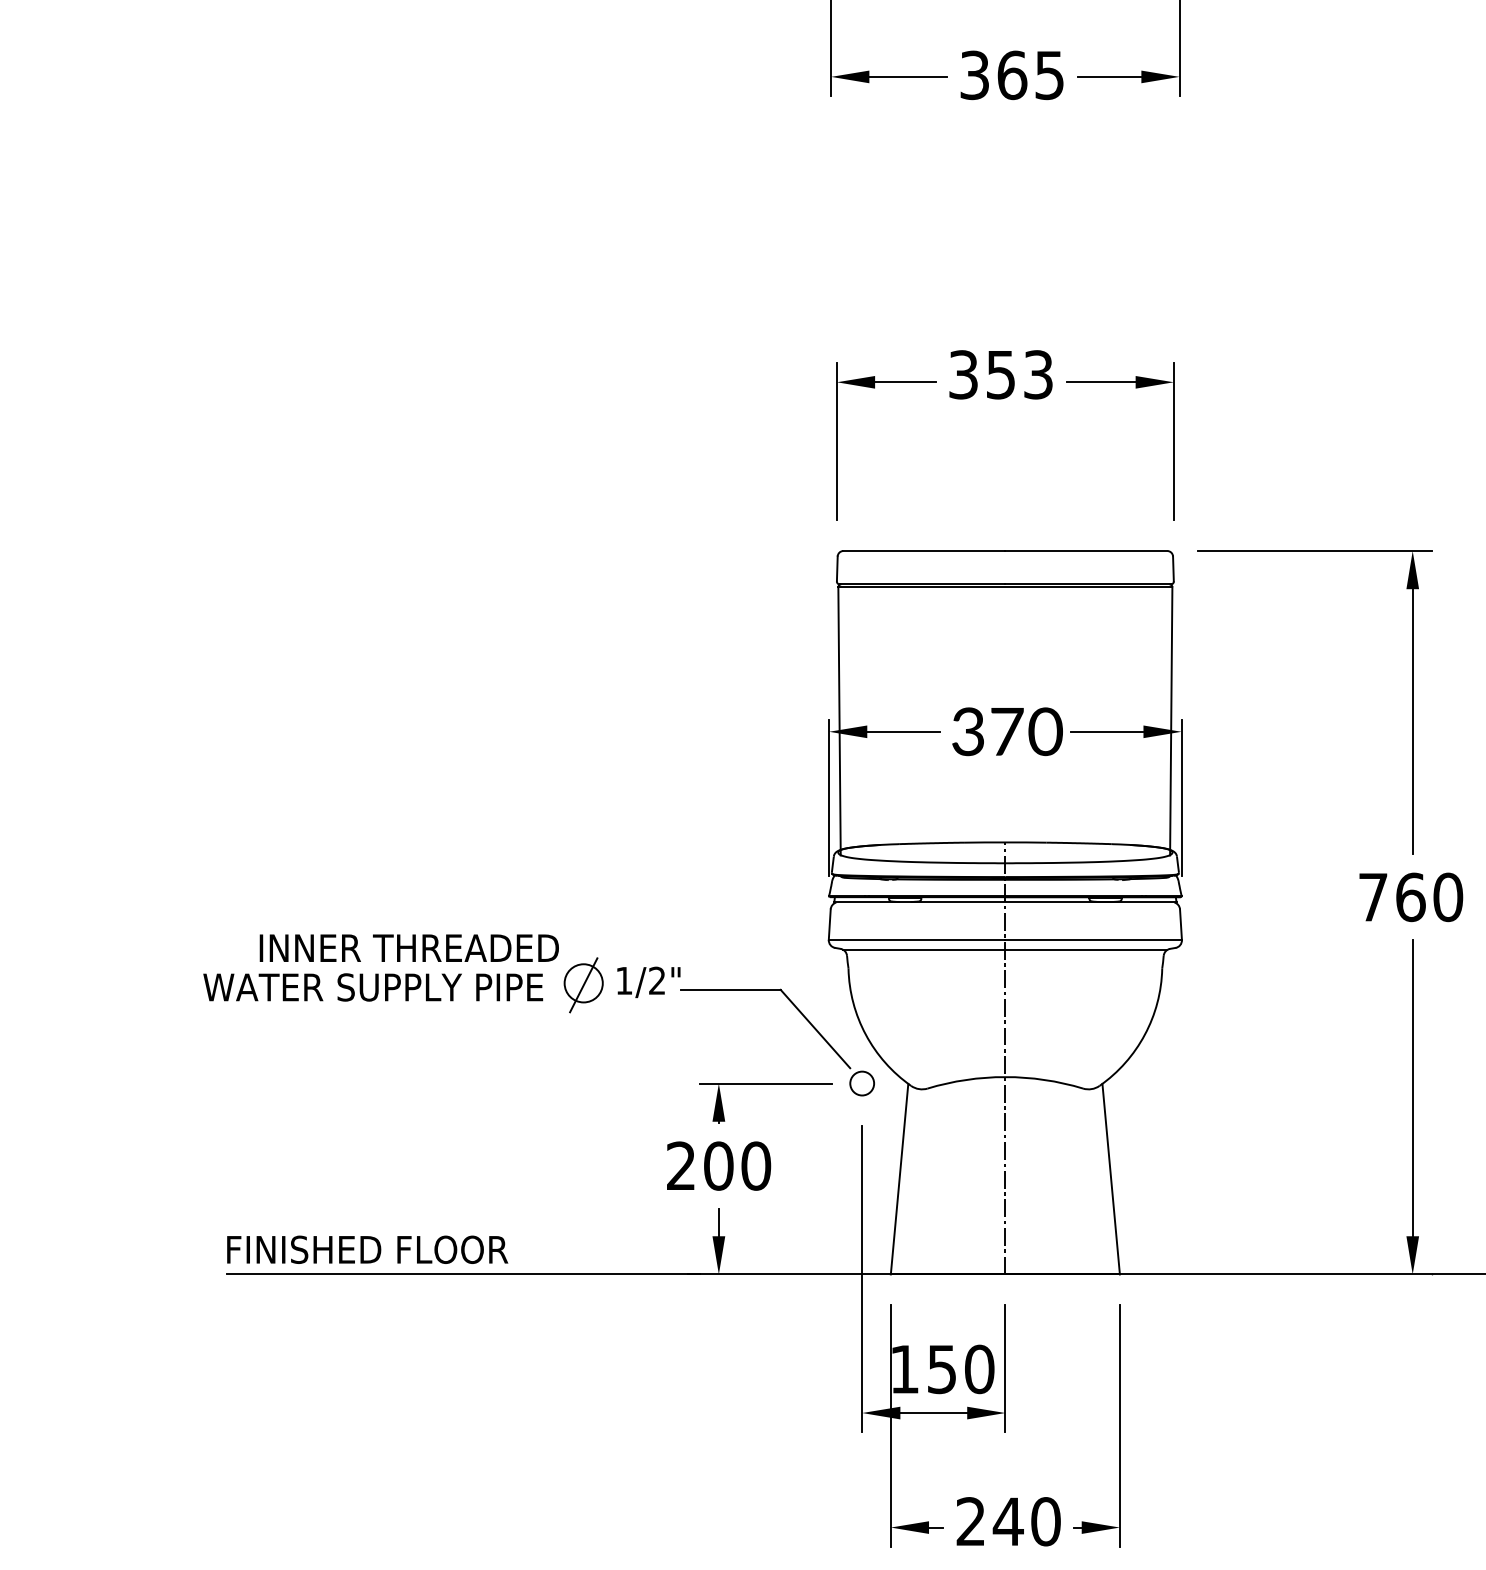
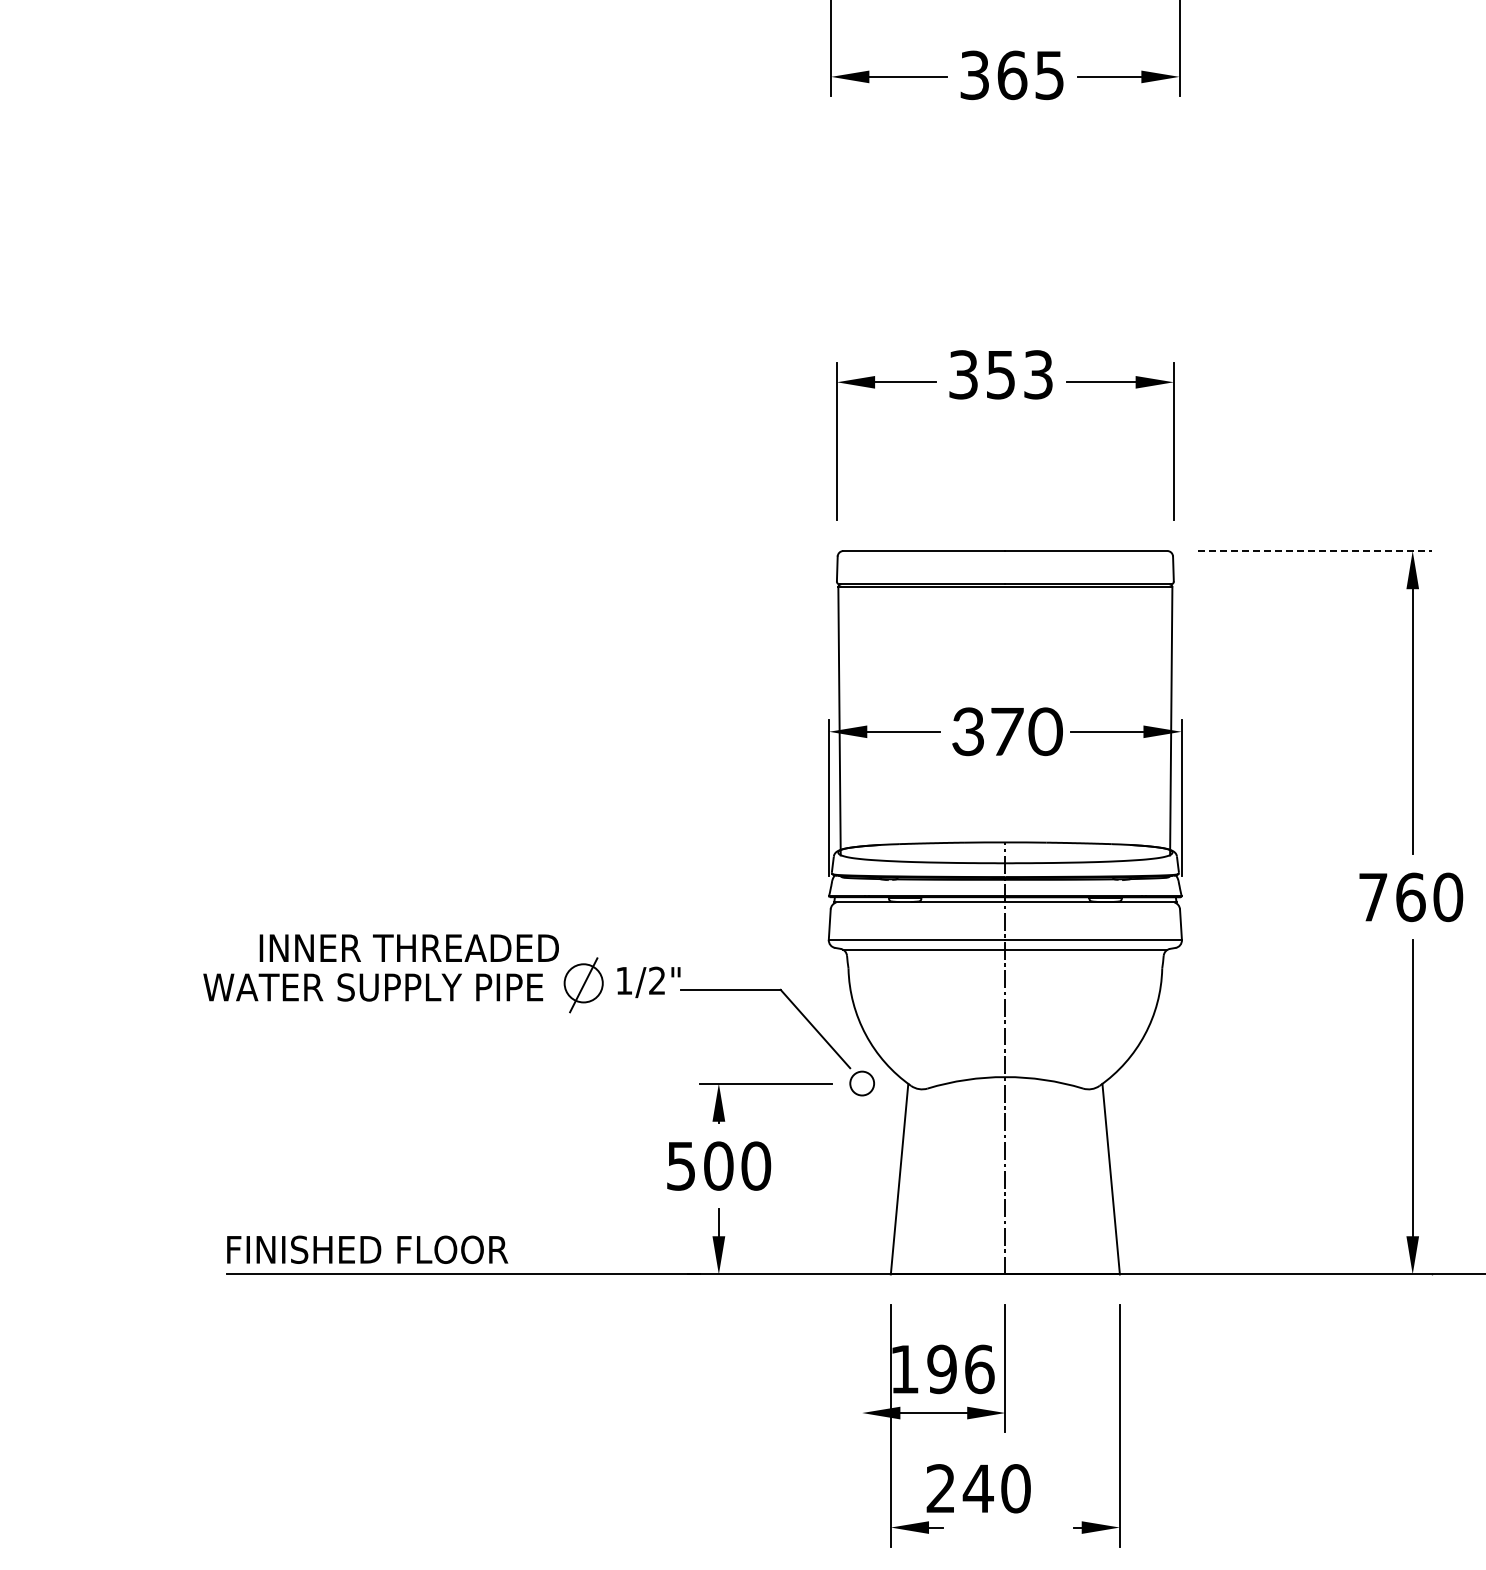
line at (1314, 551): solid -> dashed
text at (680, 1165): 200 -> 500
line at (862, 1279): present -> none
text at (960, 1368): 150 -> 196
text at (1008, 1521) position: (1008, 1521) -> (978, 1488)
